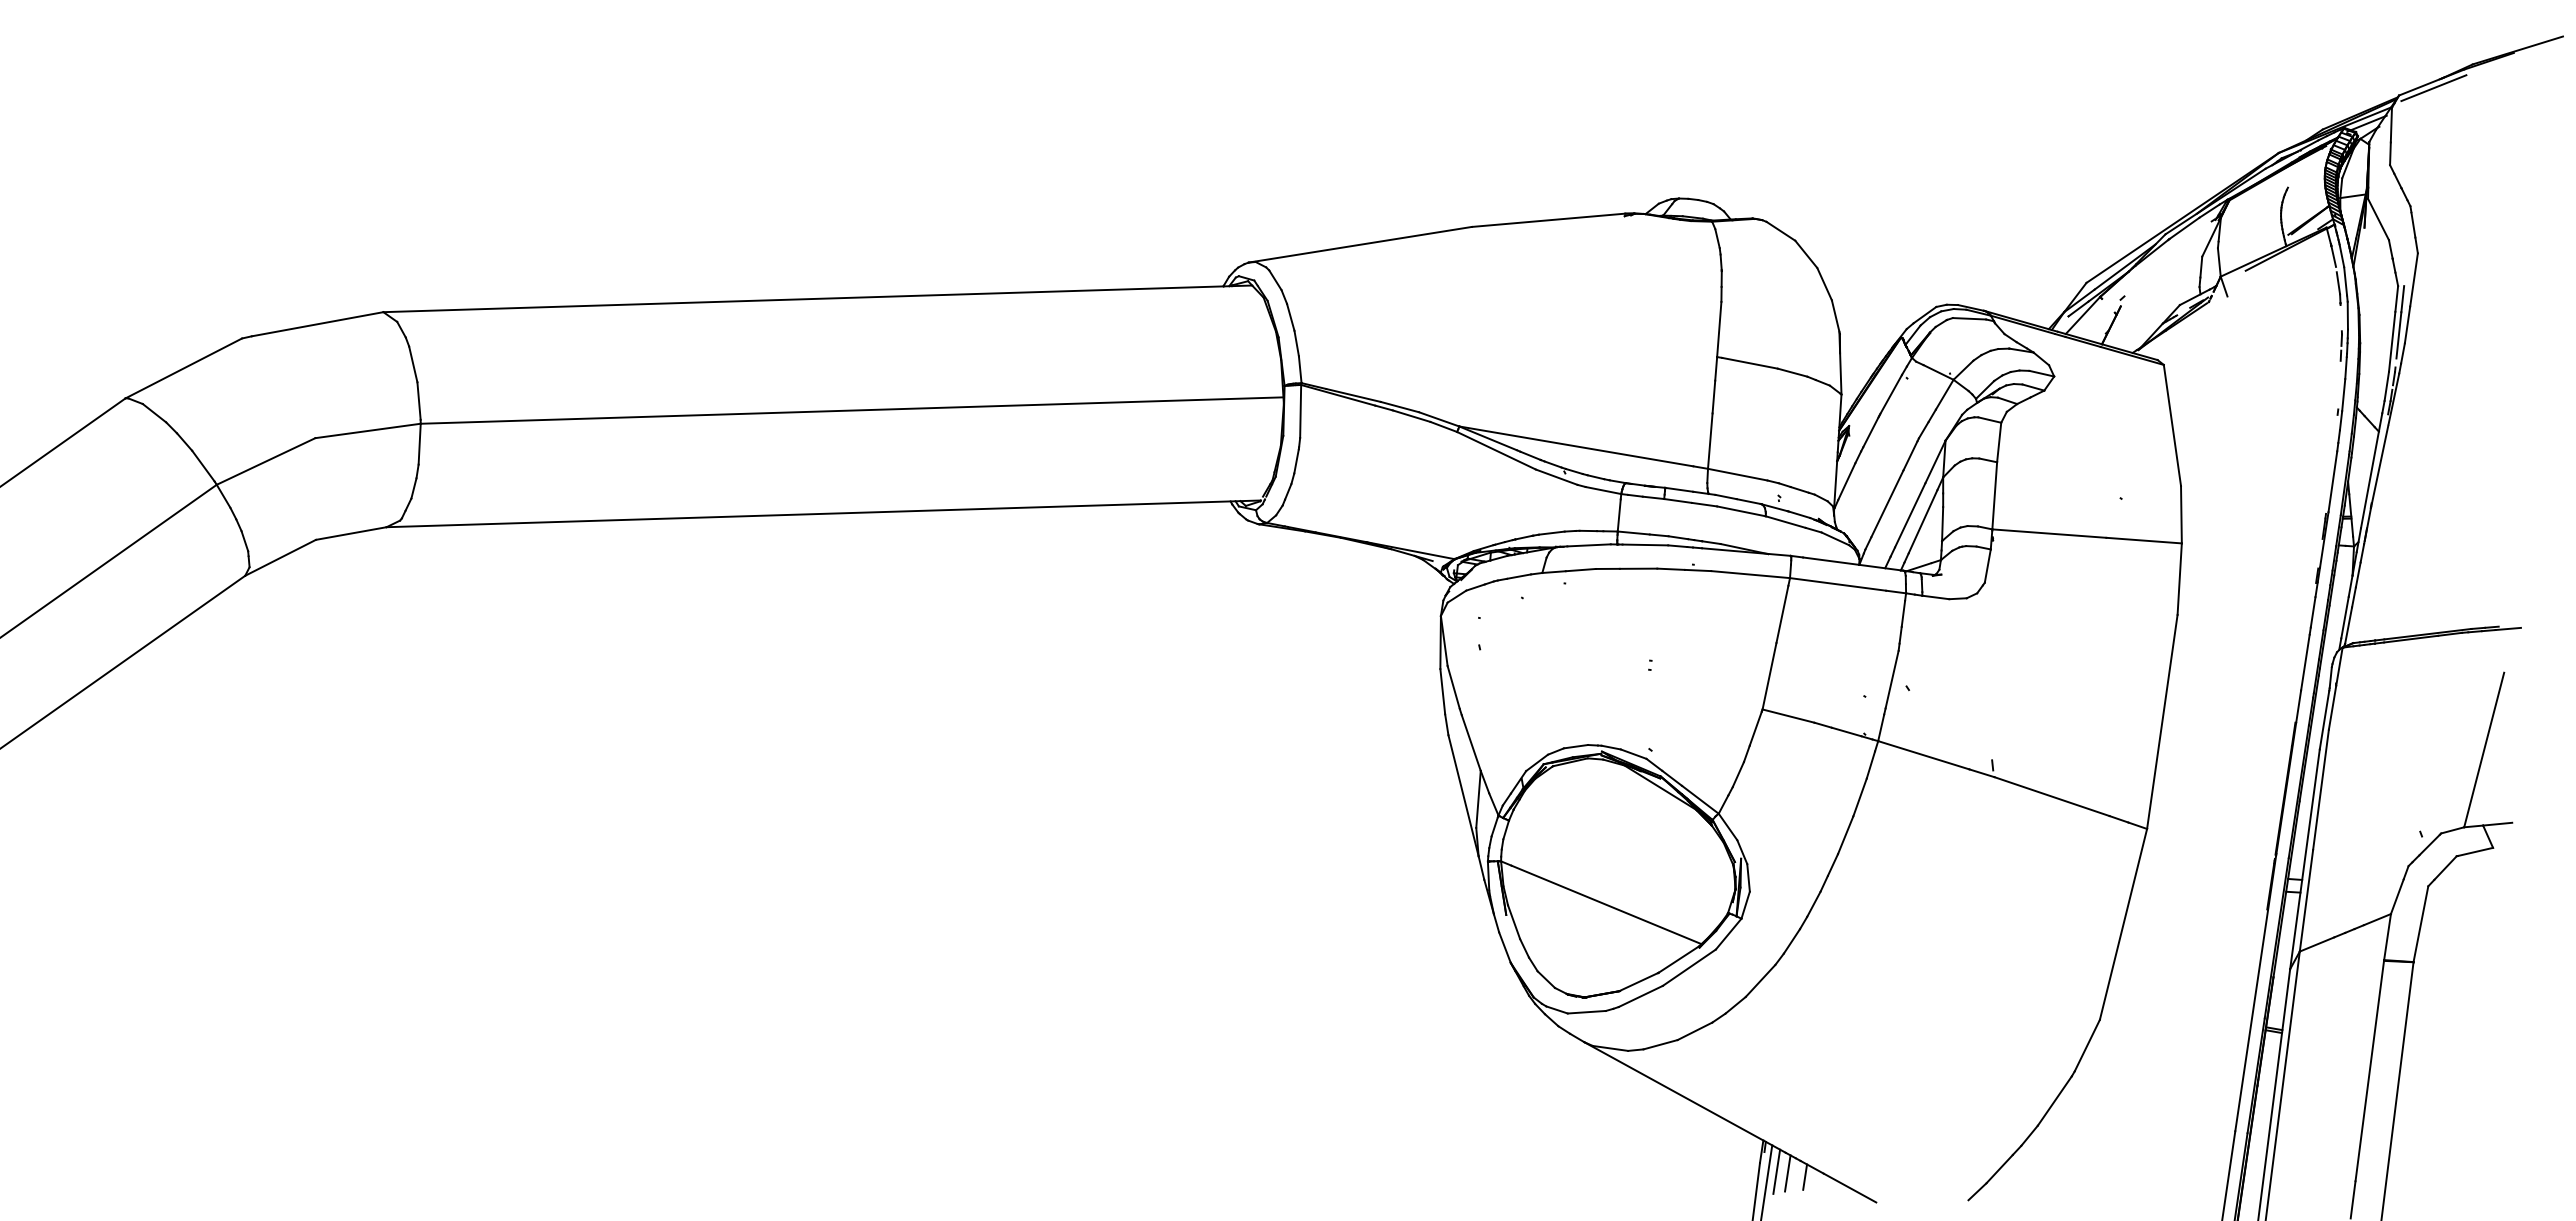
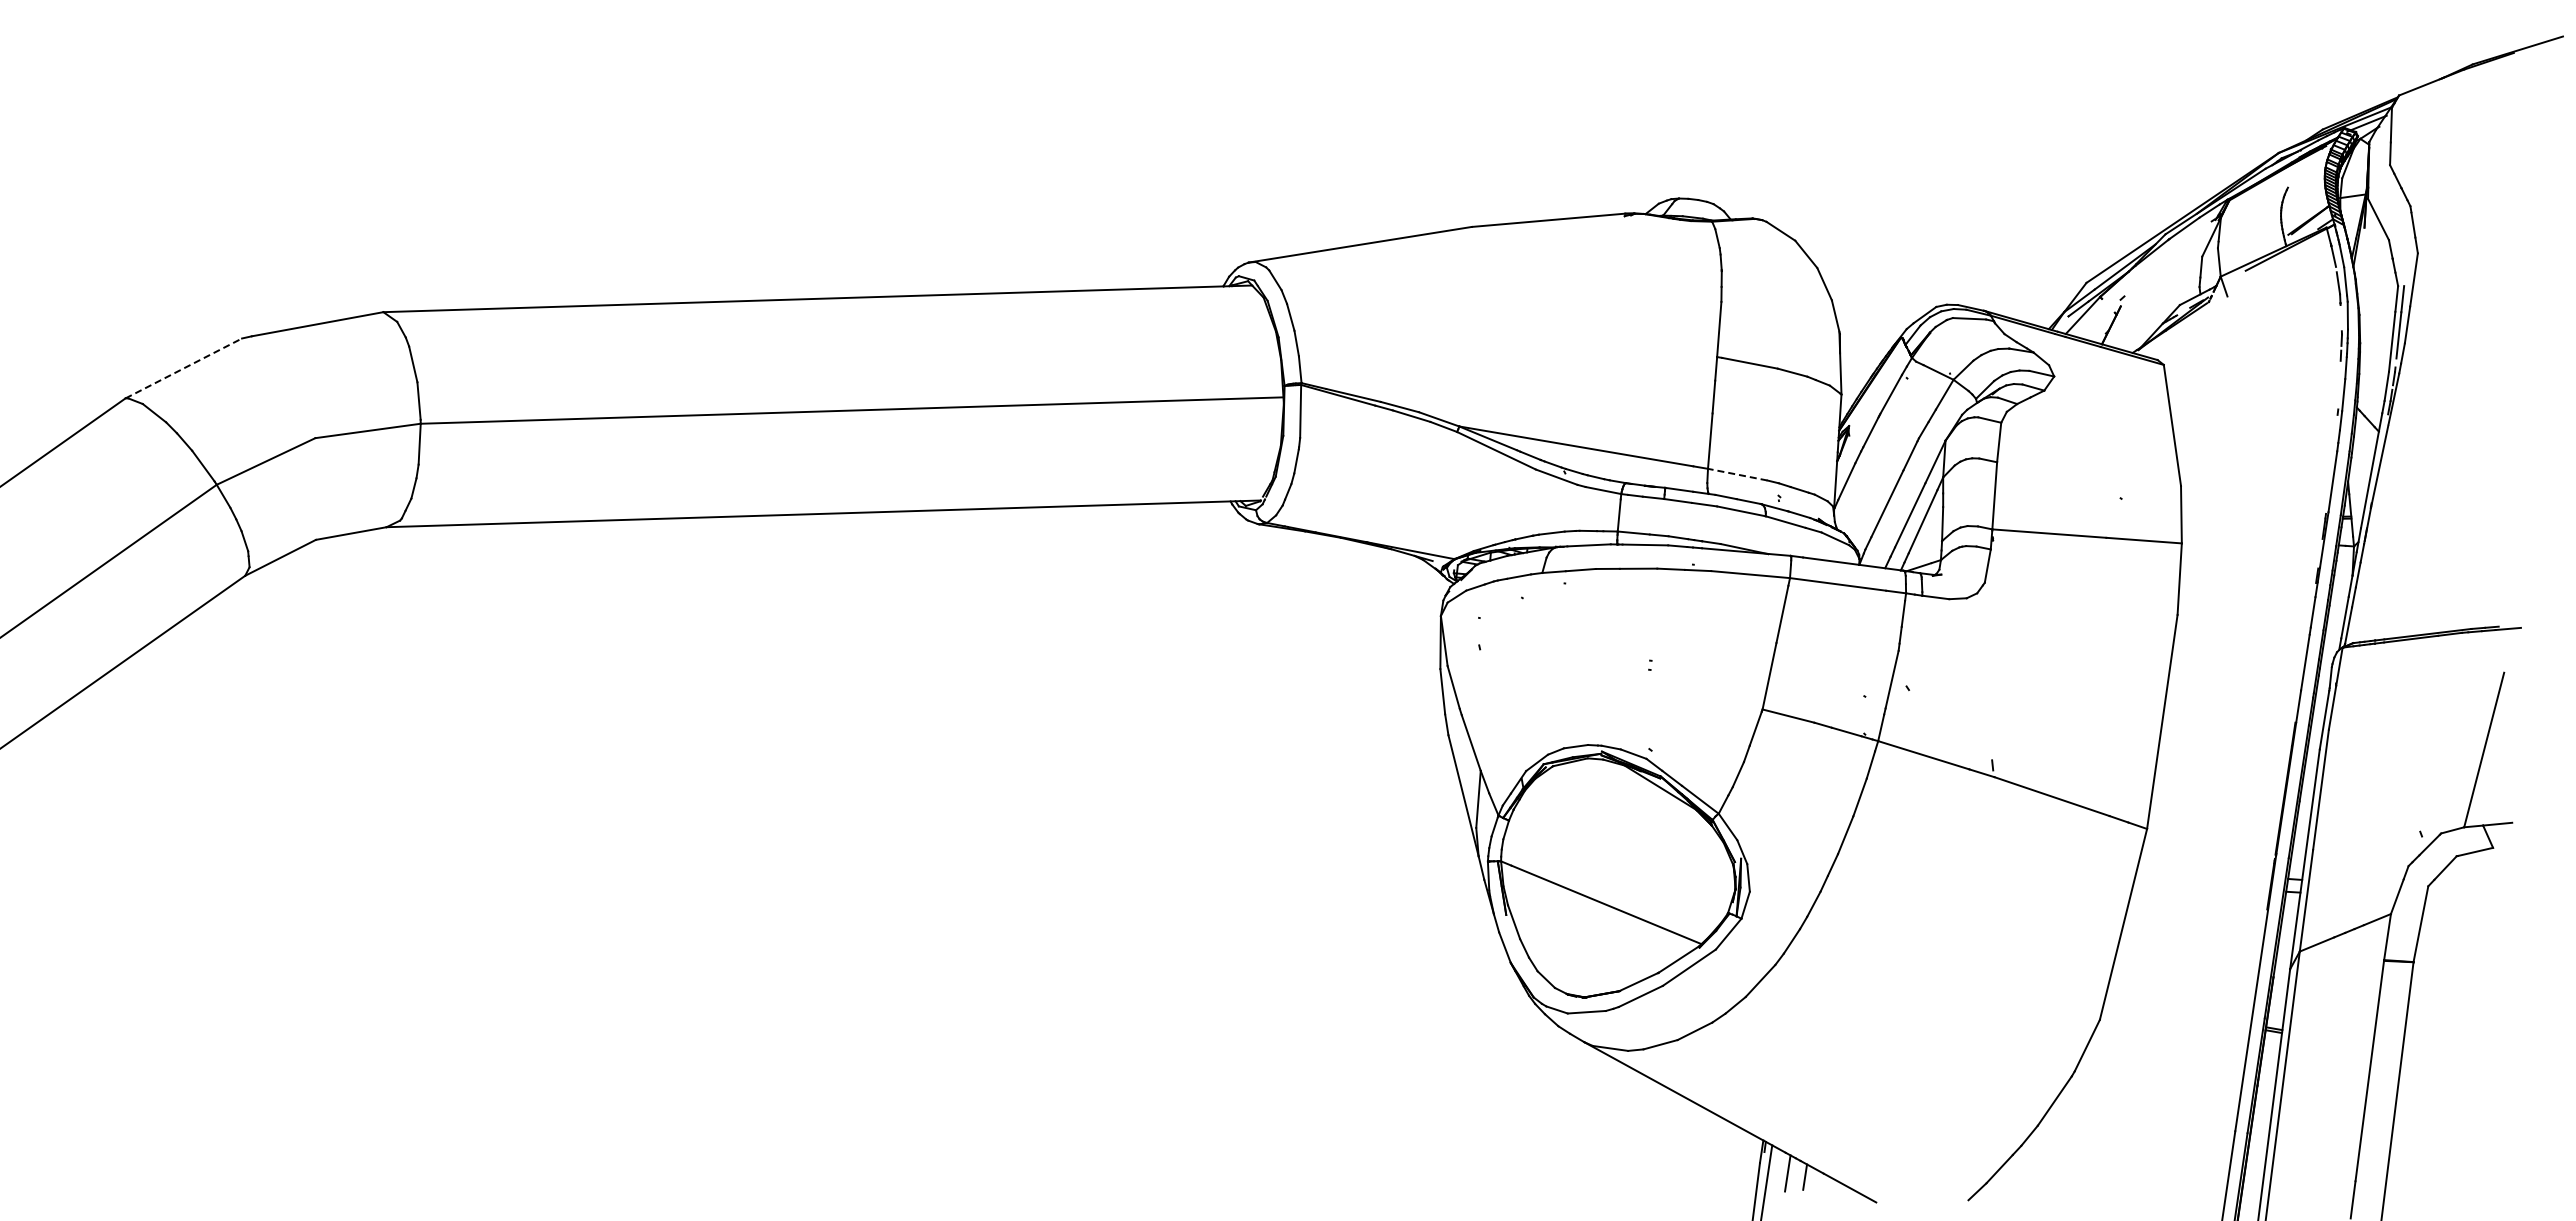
line at (2433, 88): present -> none
line at (183, 368): solid -> dashed
line at (1737, 474): solid -> dashed
line at (1776, 1171): present -> none
